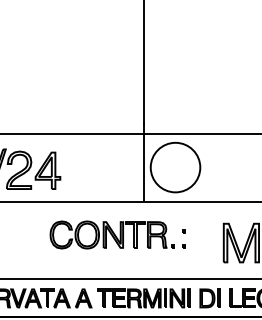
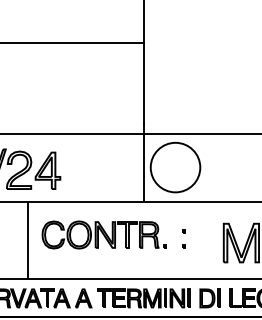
line at (72, 42): none -> present
part at (111, 234) position: (111, 234) -> (103, 234)
line at (27, 239): none -> present
